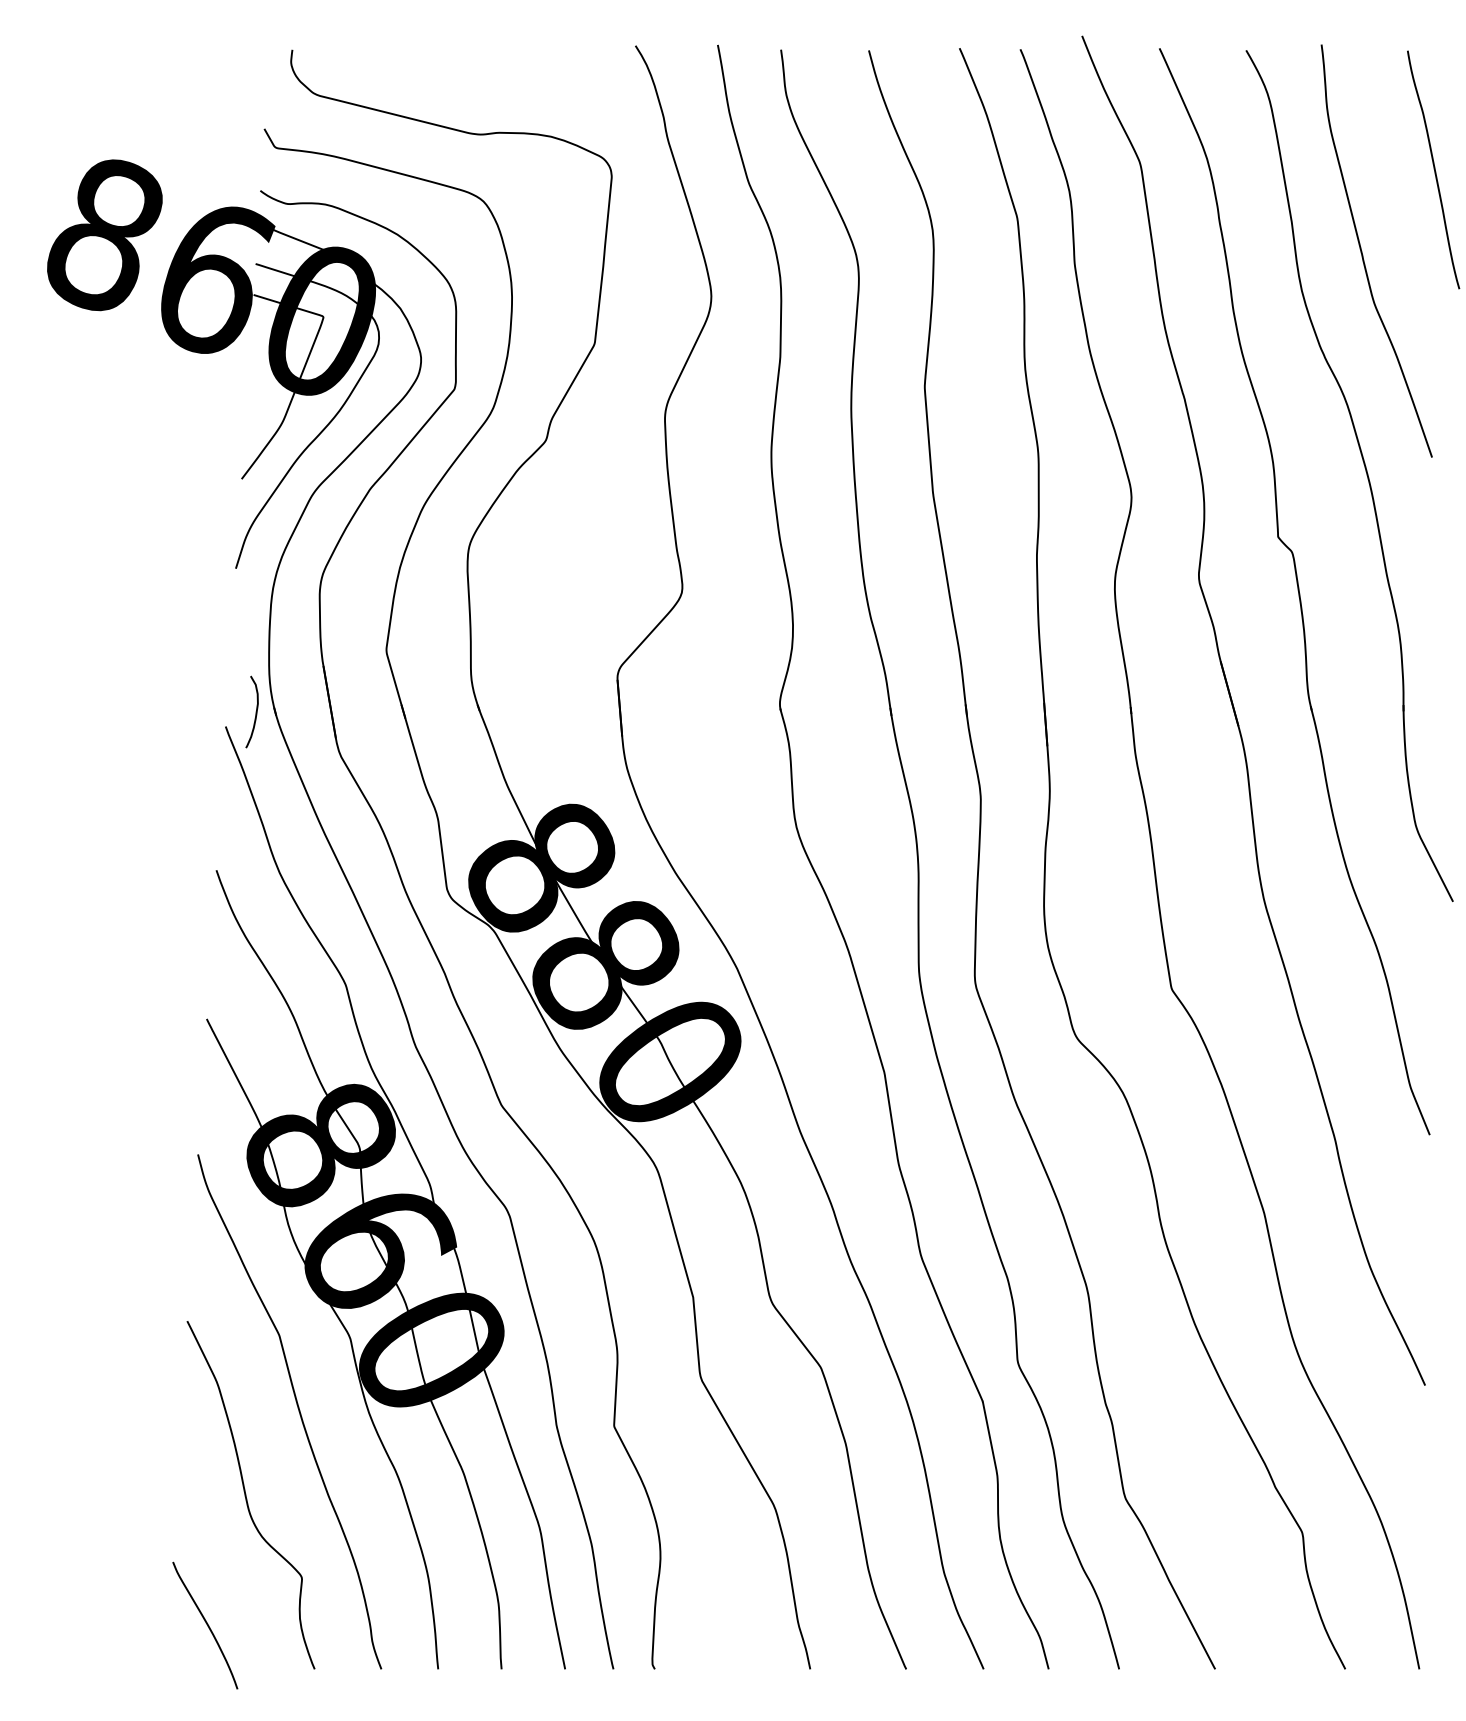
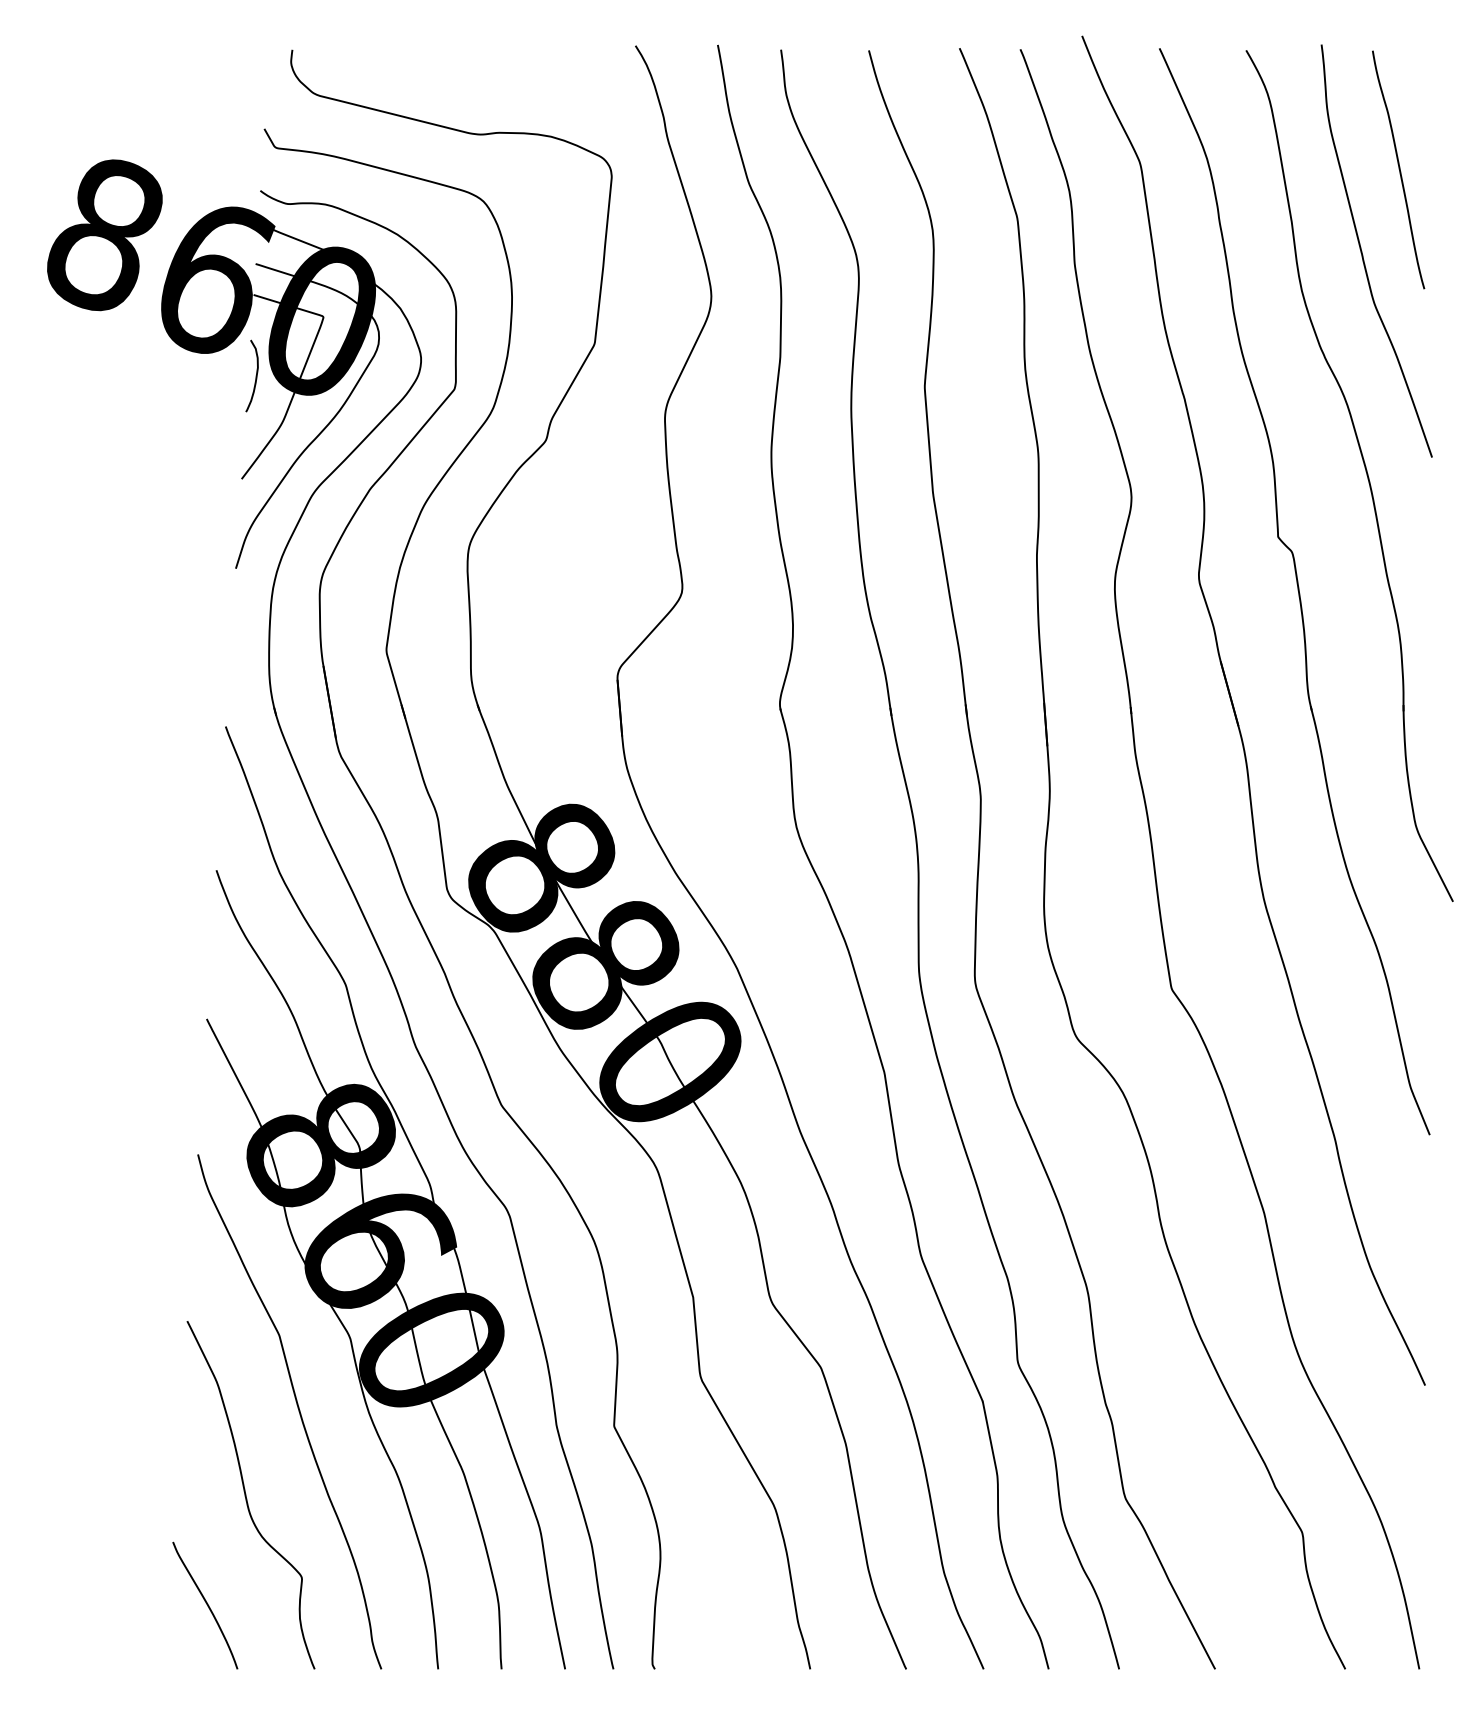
curve at (1433, 169) position: (1433, 169) -> (1398, 169)
curve at (255, 711) position: (255, 711) -> (255, 375)
curve at (206, 1624) position: (206, 1624) -> (206, 1604)
